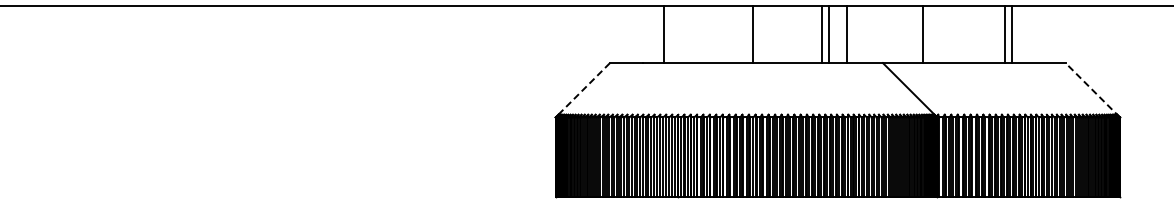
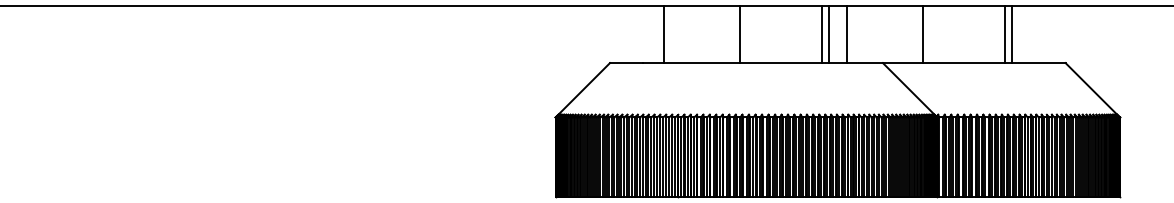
line at (752, 34) position: (752, 34) -> (739, 34)
line at (1092, 89): dashed -> solid
line at (582, 90): dashed -> solid
